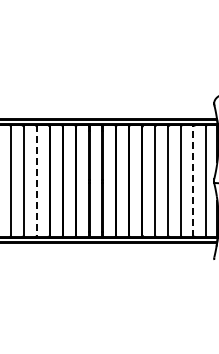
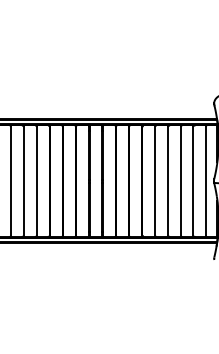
line at (36, 181): dashed -> solid
line at (193, 181): dashed -> solid
